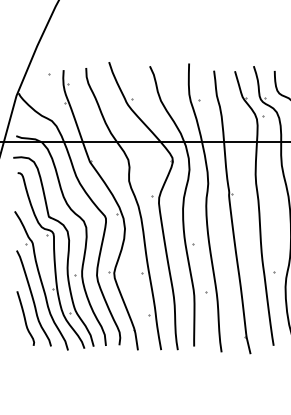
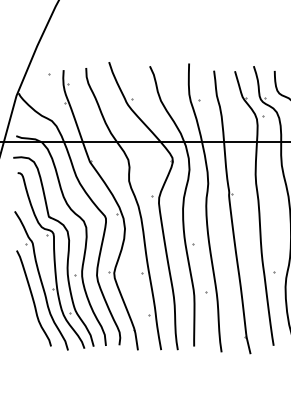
curve at (25, 318): present -> none
